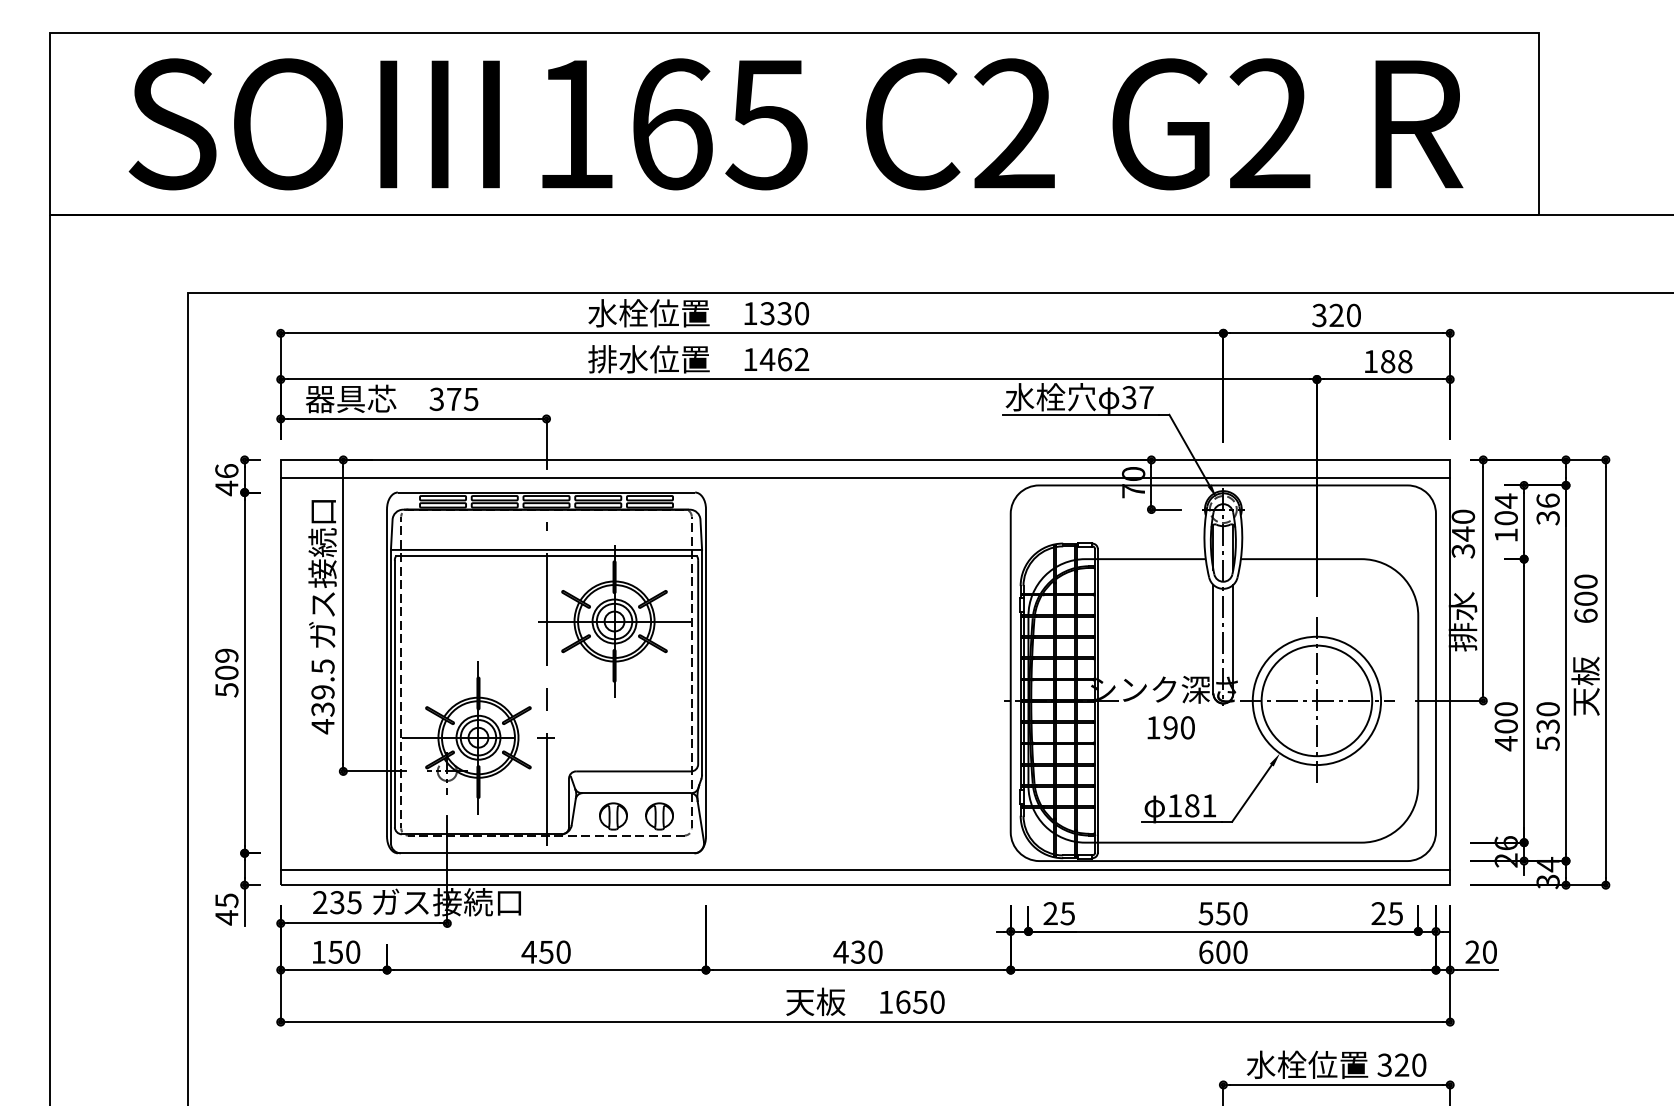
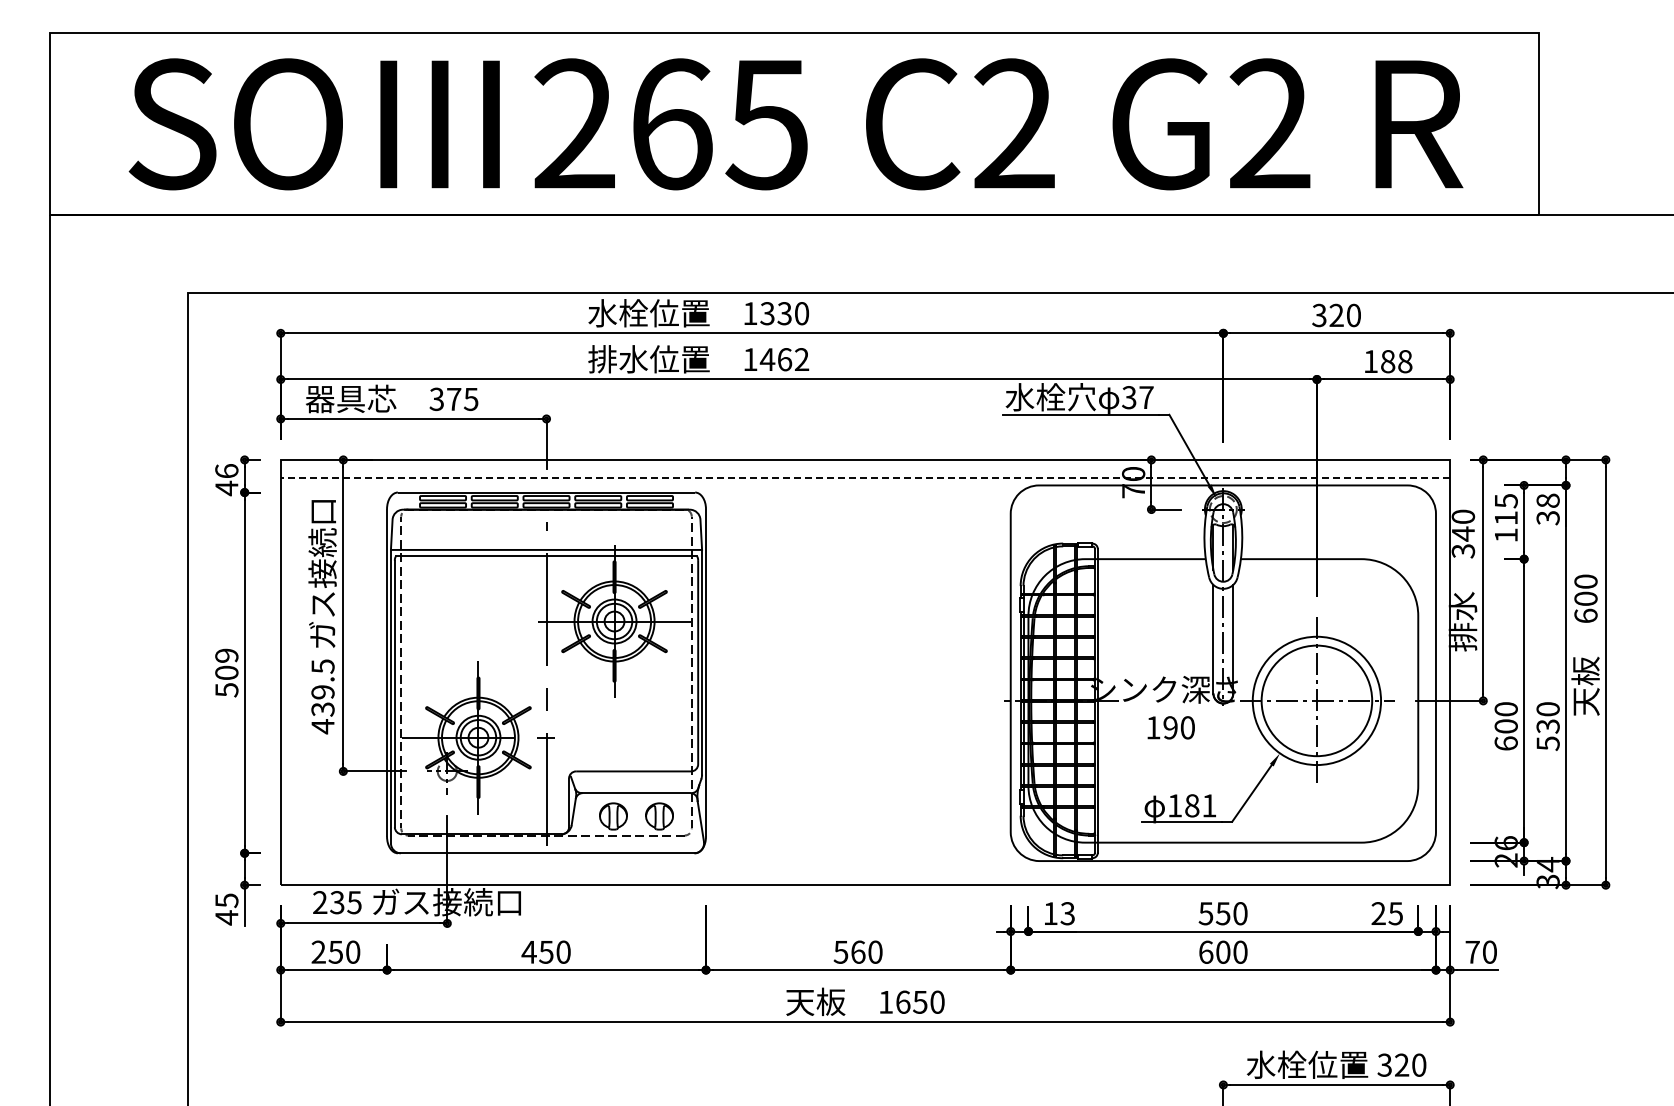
text at (574, 123): 165 -> 265
line at (865, 477): solid -> dashed
text at (1547, 500): 36 -> 38
text at (1505, 509): 104 -> 115
text at (1505, 743): 400 -> 600
line at (865, 870): present -> none
text at (1058, 913): 25 -> 13
text at (318, 951): 150 -> 250
text at (849, 951): 430 -> 560
text at (1472, 951): 20 -> 70
